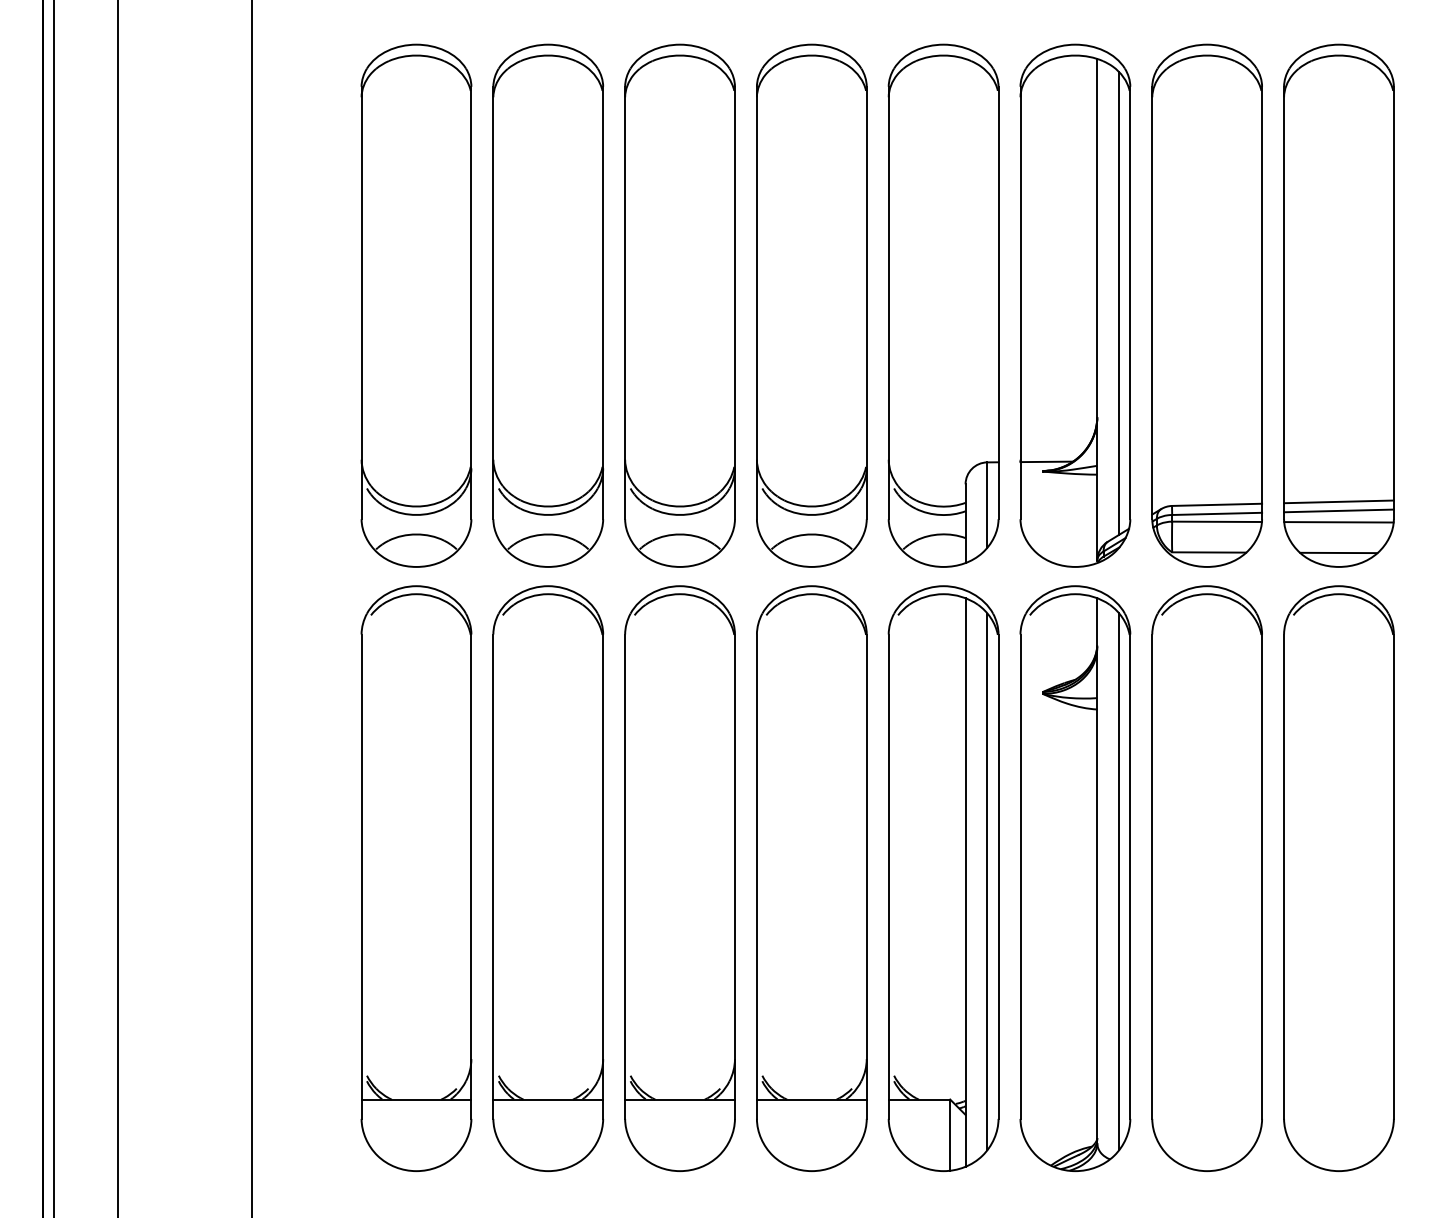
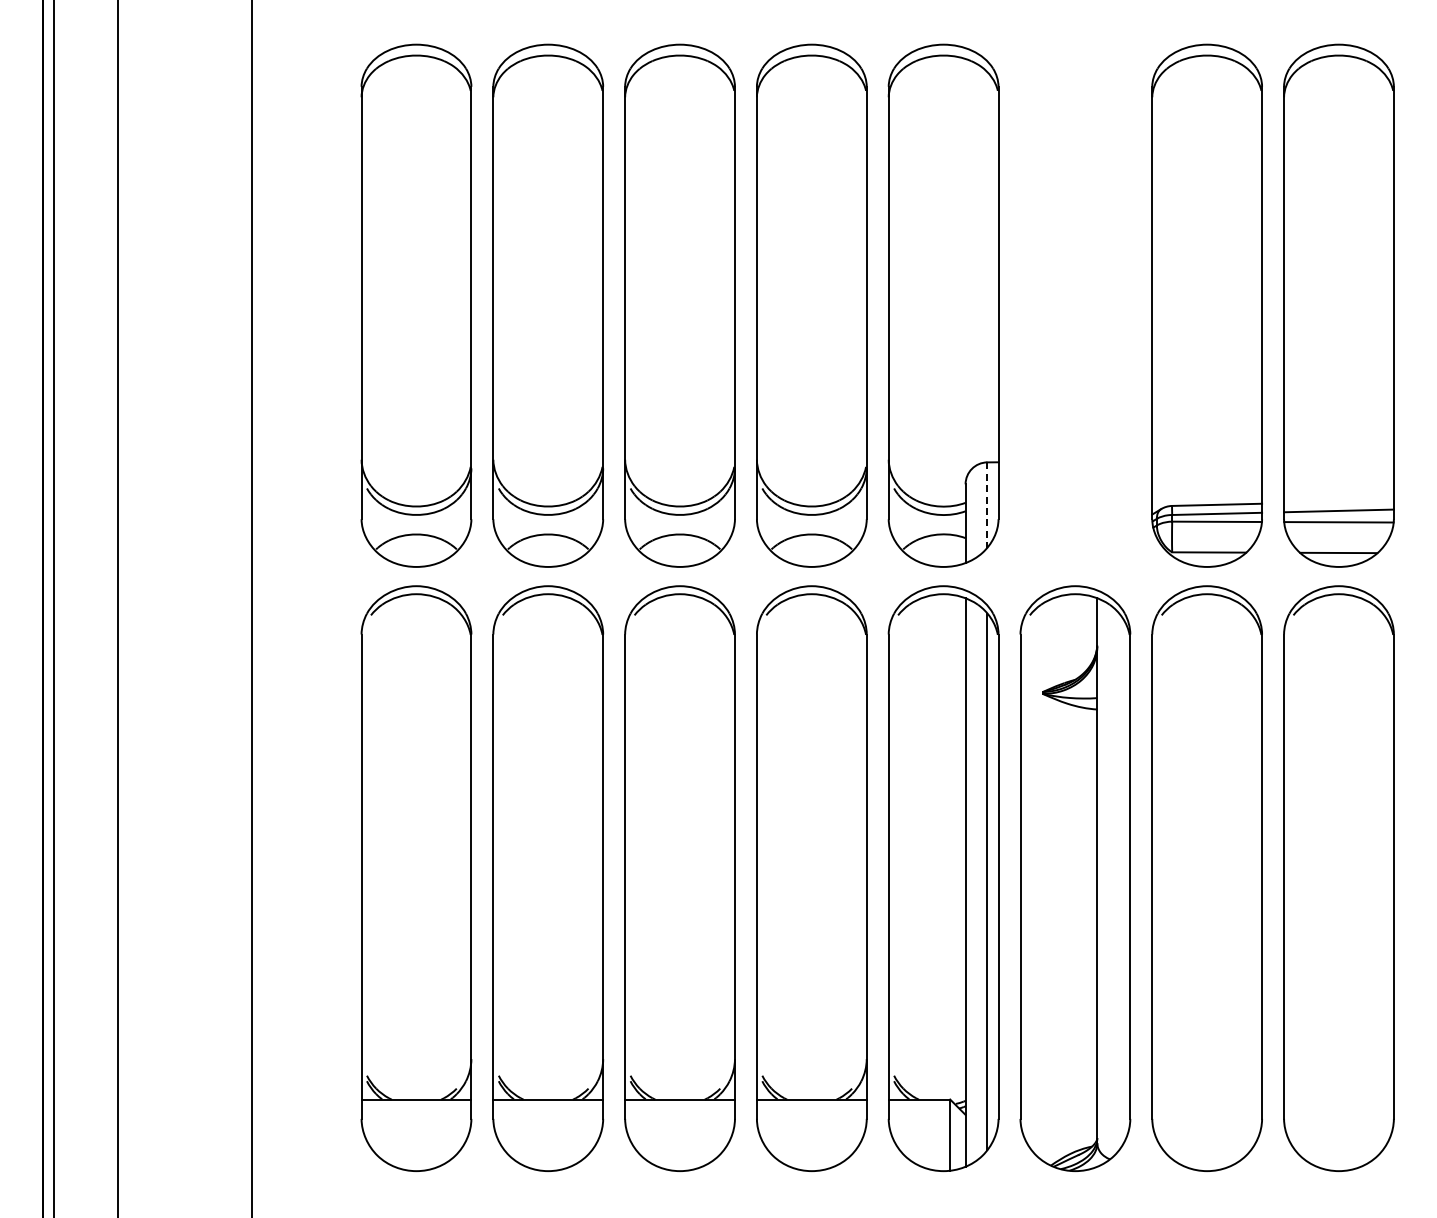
part at (1075, 305): present -> none
line at (1338, 501): present -> none
line at (987, 505): solid -> dashed
line at (1118, 881): present -> none
